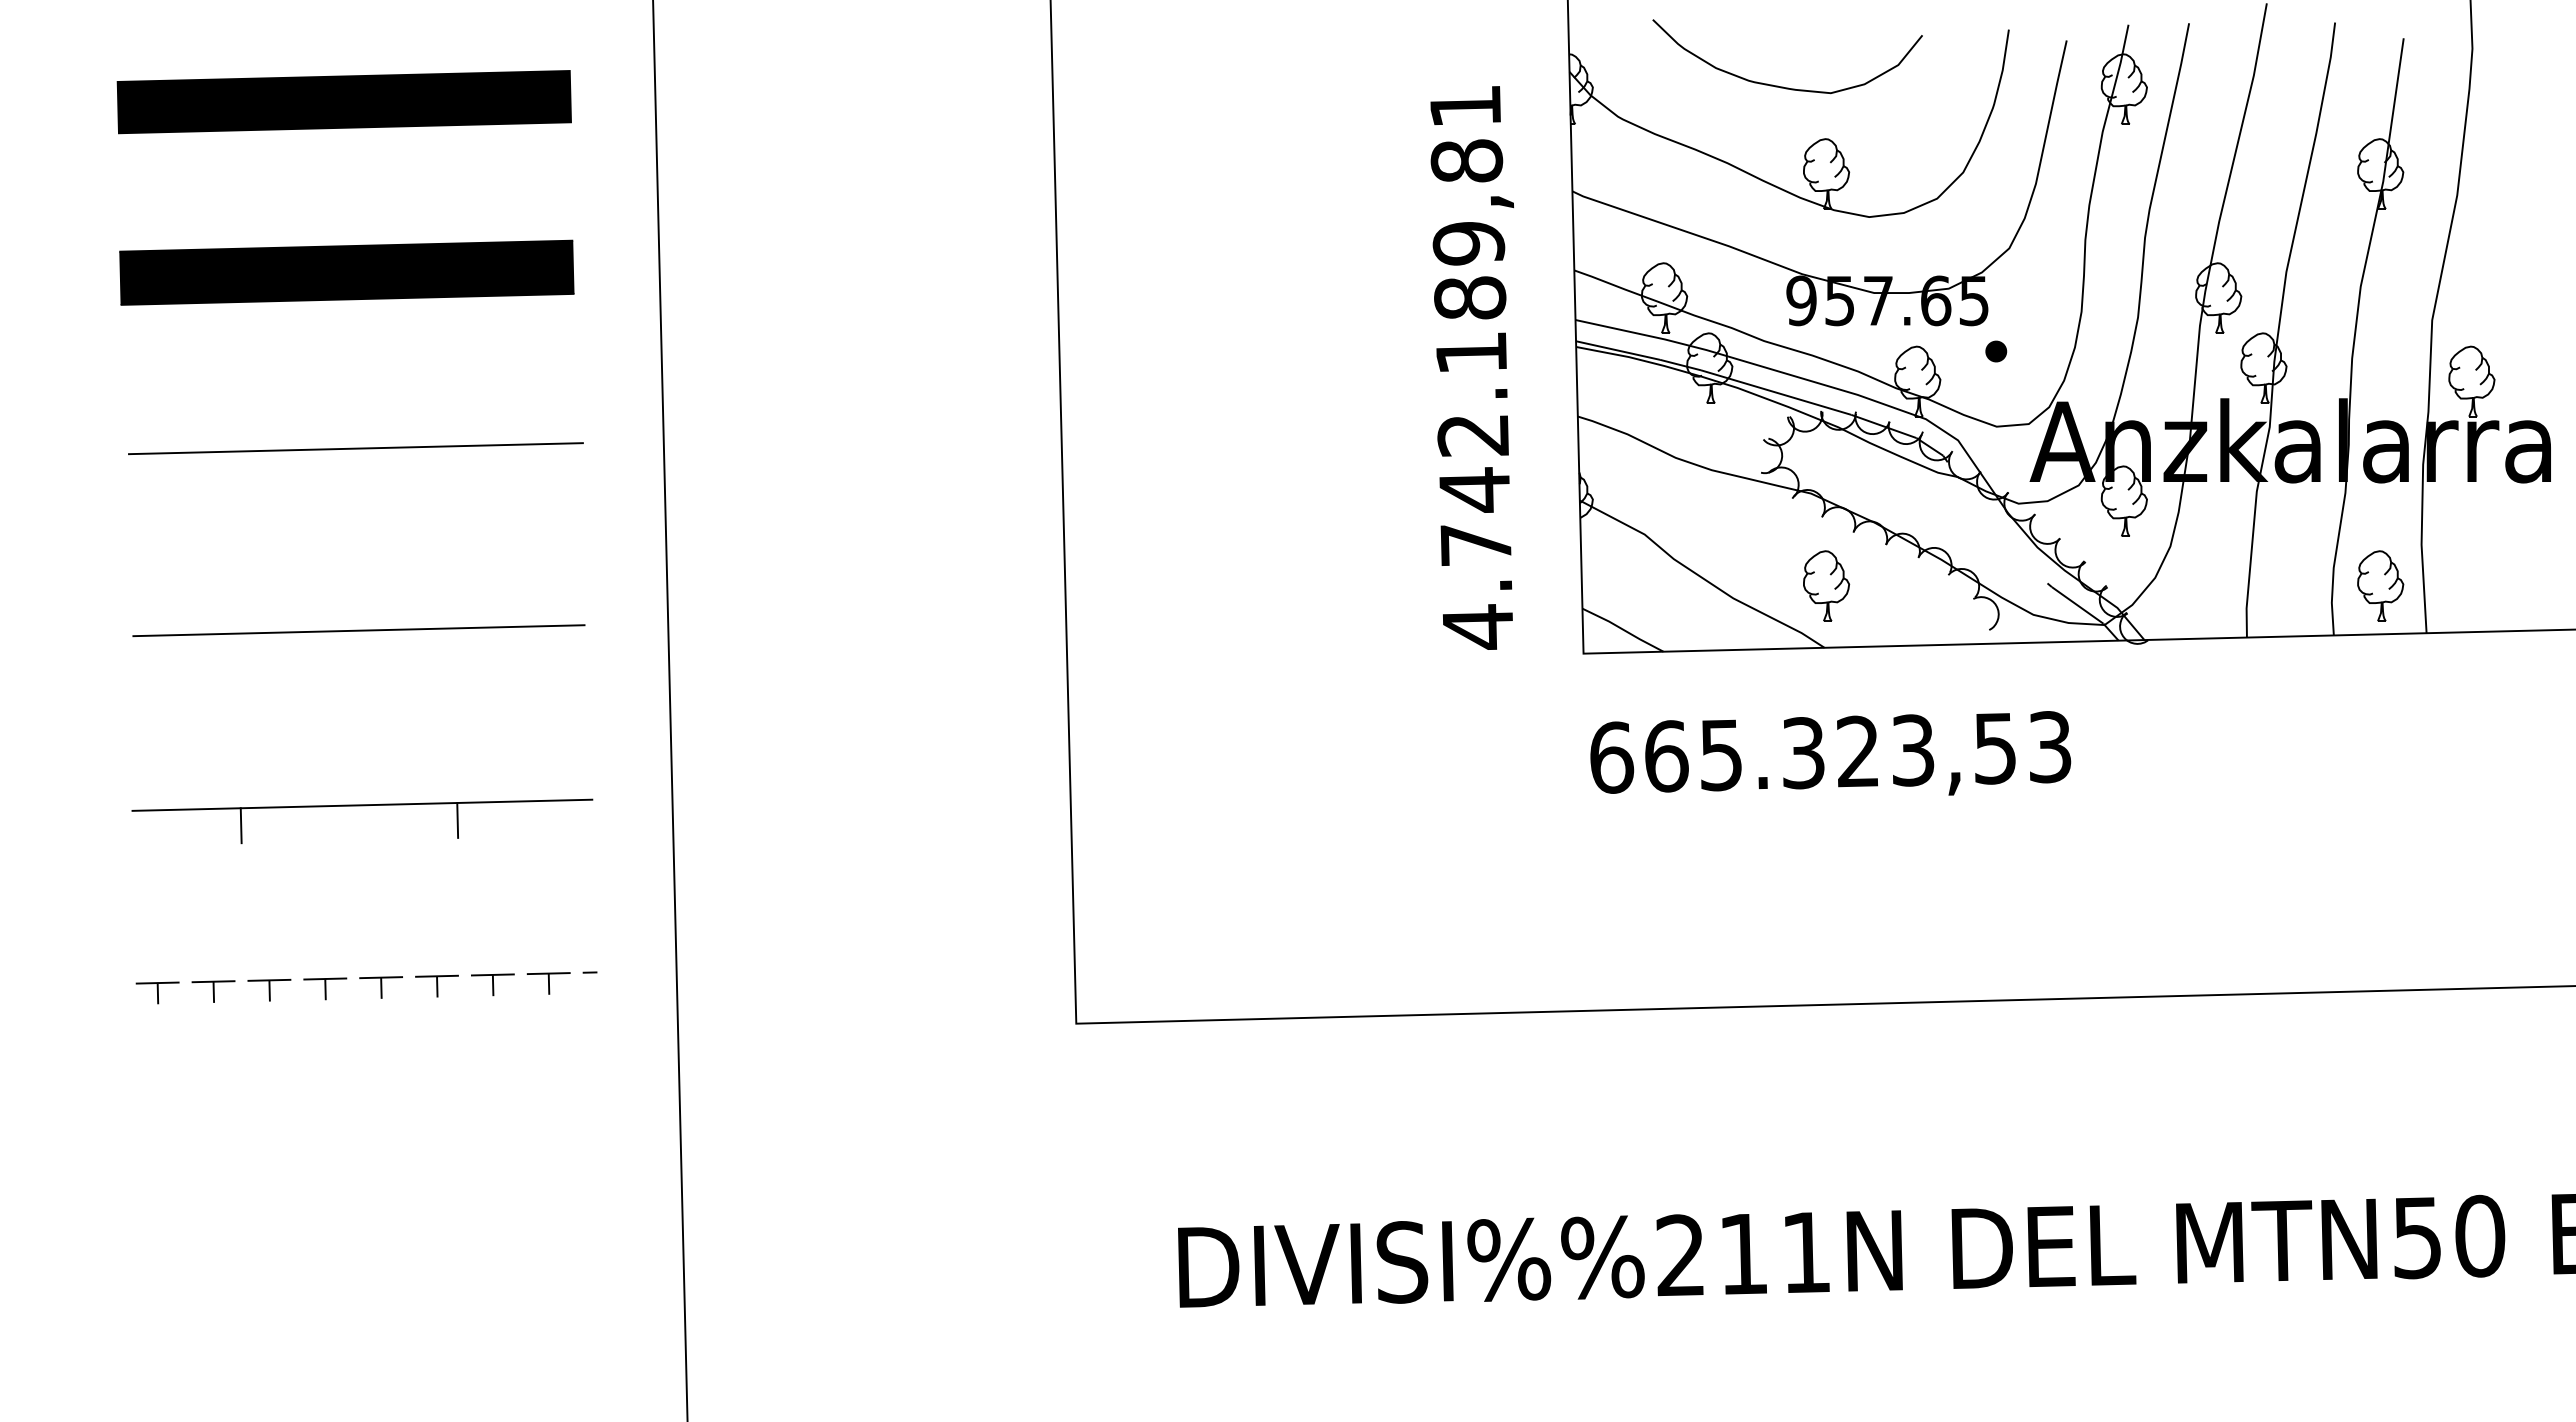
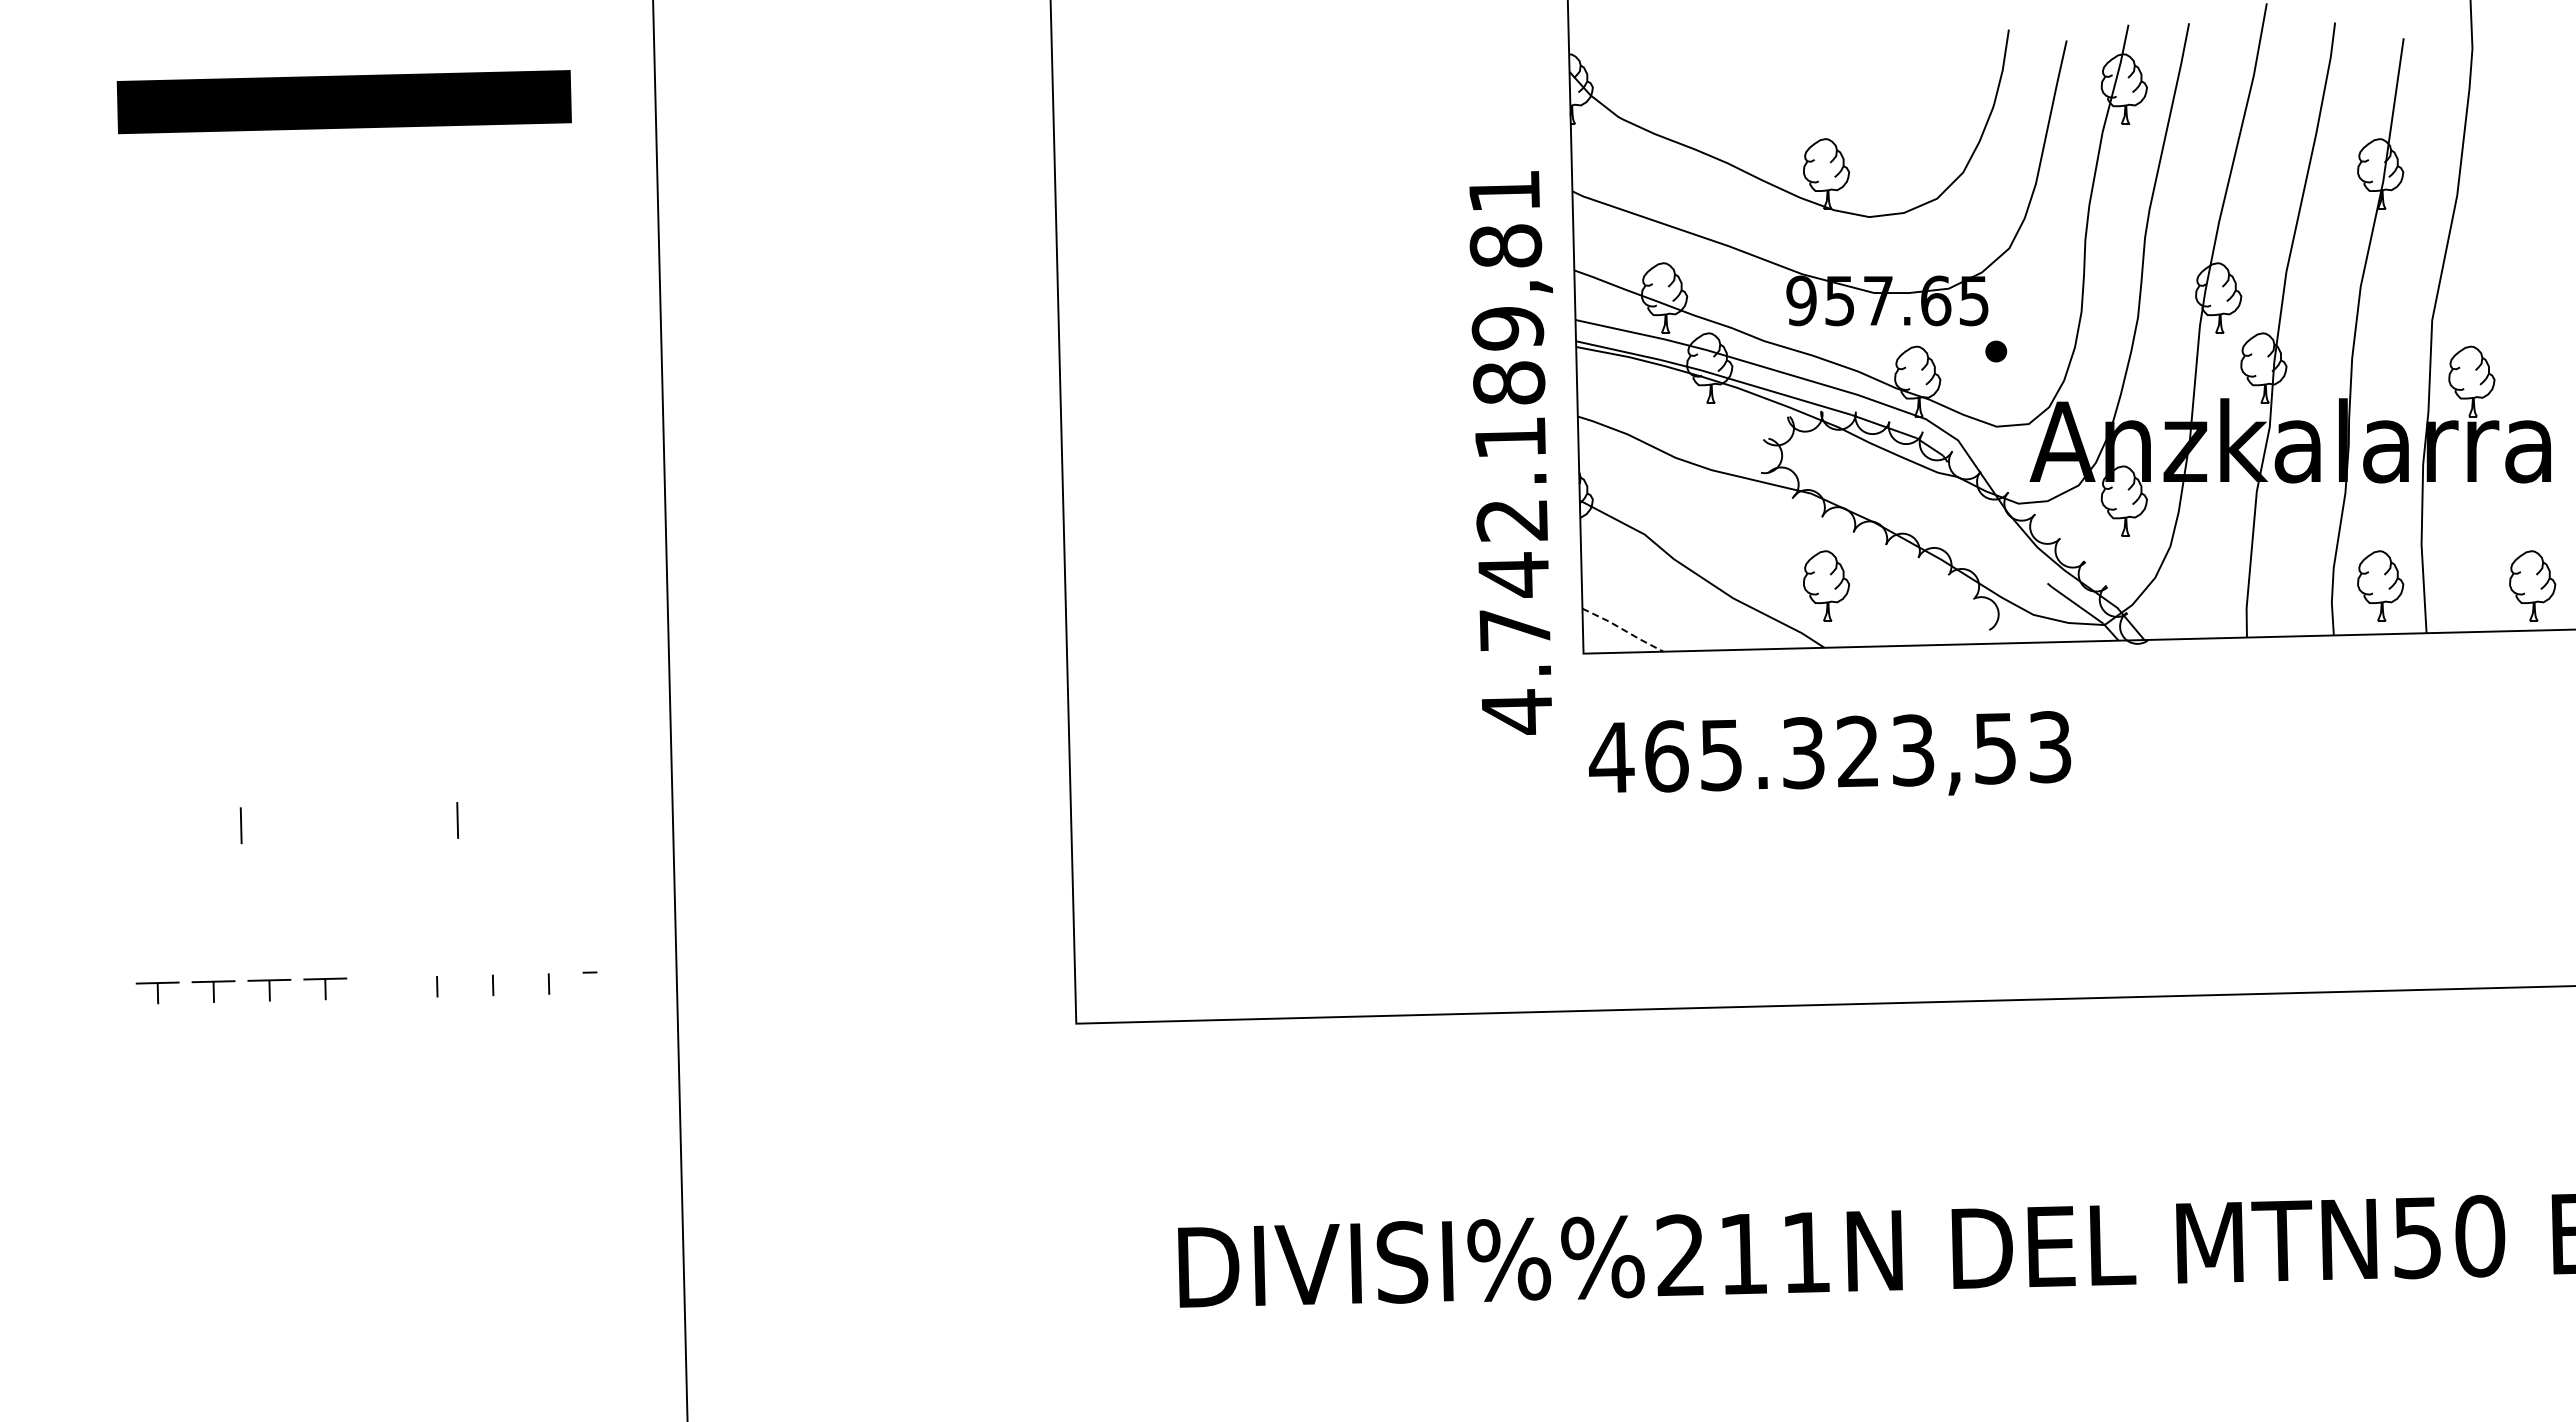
curve at (1783, 86): present -> none
part at (346, 272): present -> none
text at (1471, 367) position: (1471, 367) -> (1510, 452)
line at (355, 448): present -> none
part at (2532, 585): none -> present
line at (1623, 629): solid -> dashed
line at (358, 630): present -> none
text at (1611, 757): 665.323,53 -> 465.323,53
line at (362, 804): present -> none
line at (548, 973): present -> none
line at (492, 974): present -> none
line at (436, 975): present -> none
part at (380, 987): present -> none
